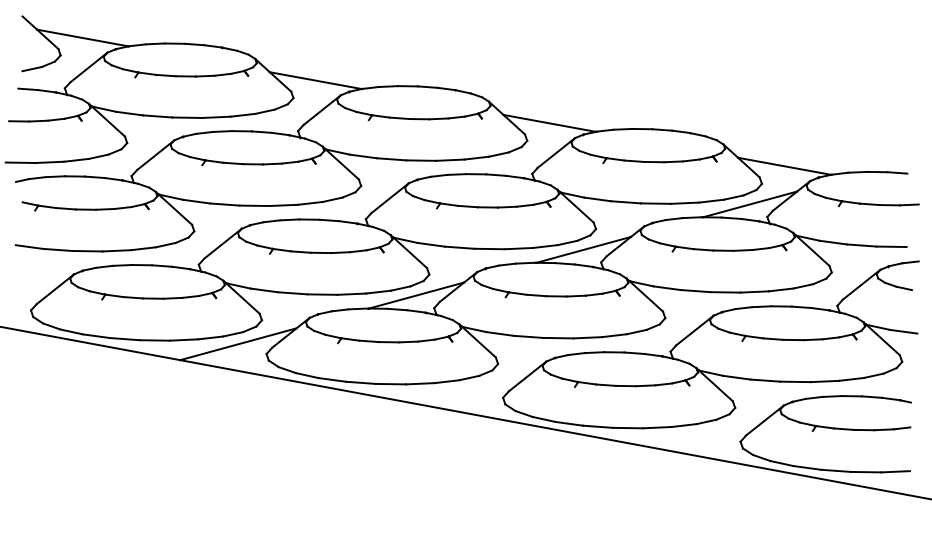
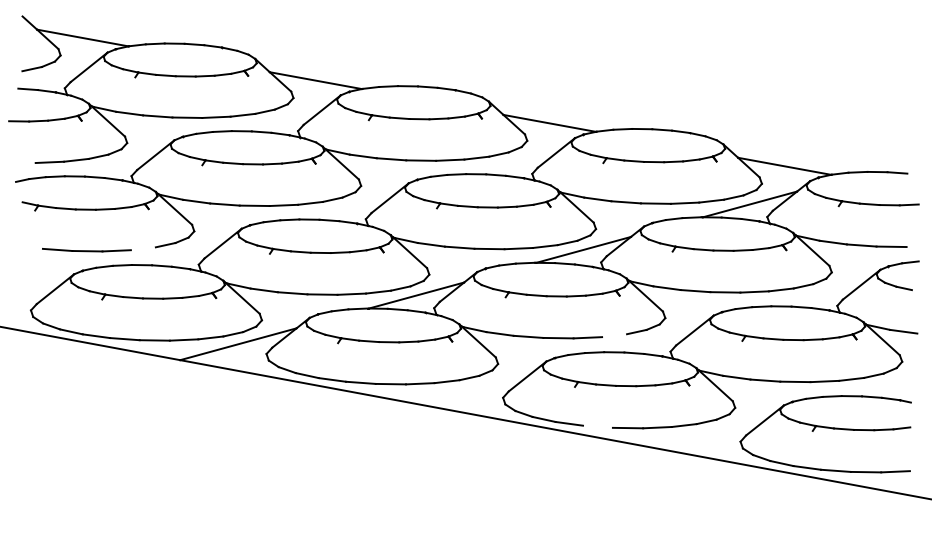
line at (20, 162): present -> none
line at (28, 246): present -> none
line at (142, 248): present -> none
line at (614, 335): present -> none
line at (597, 426): present -> none
